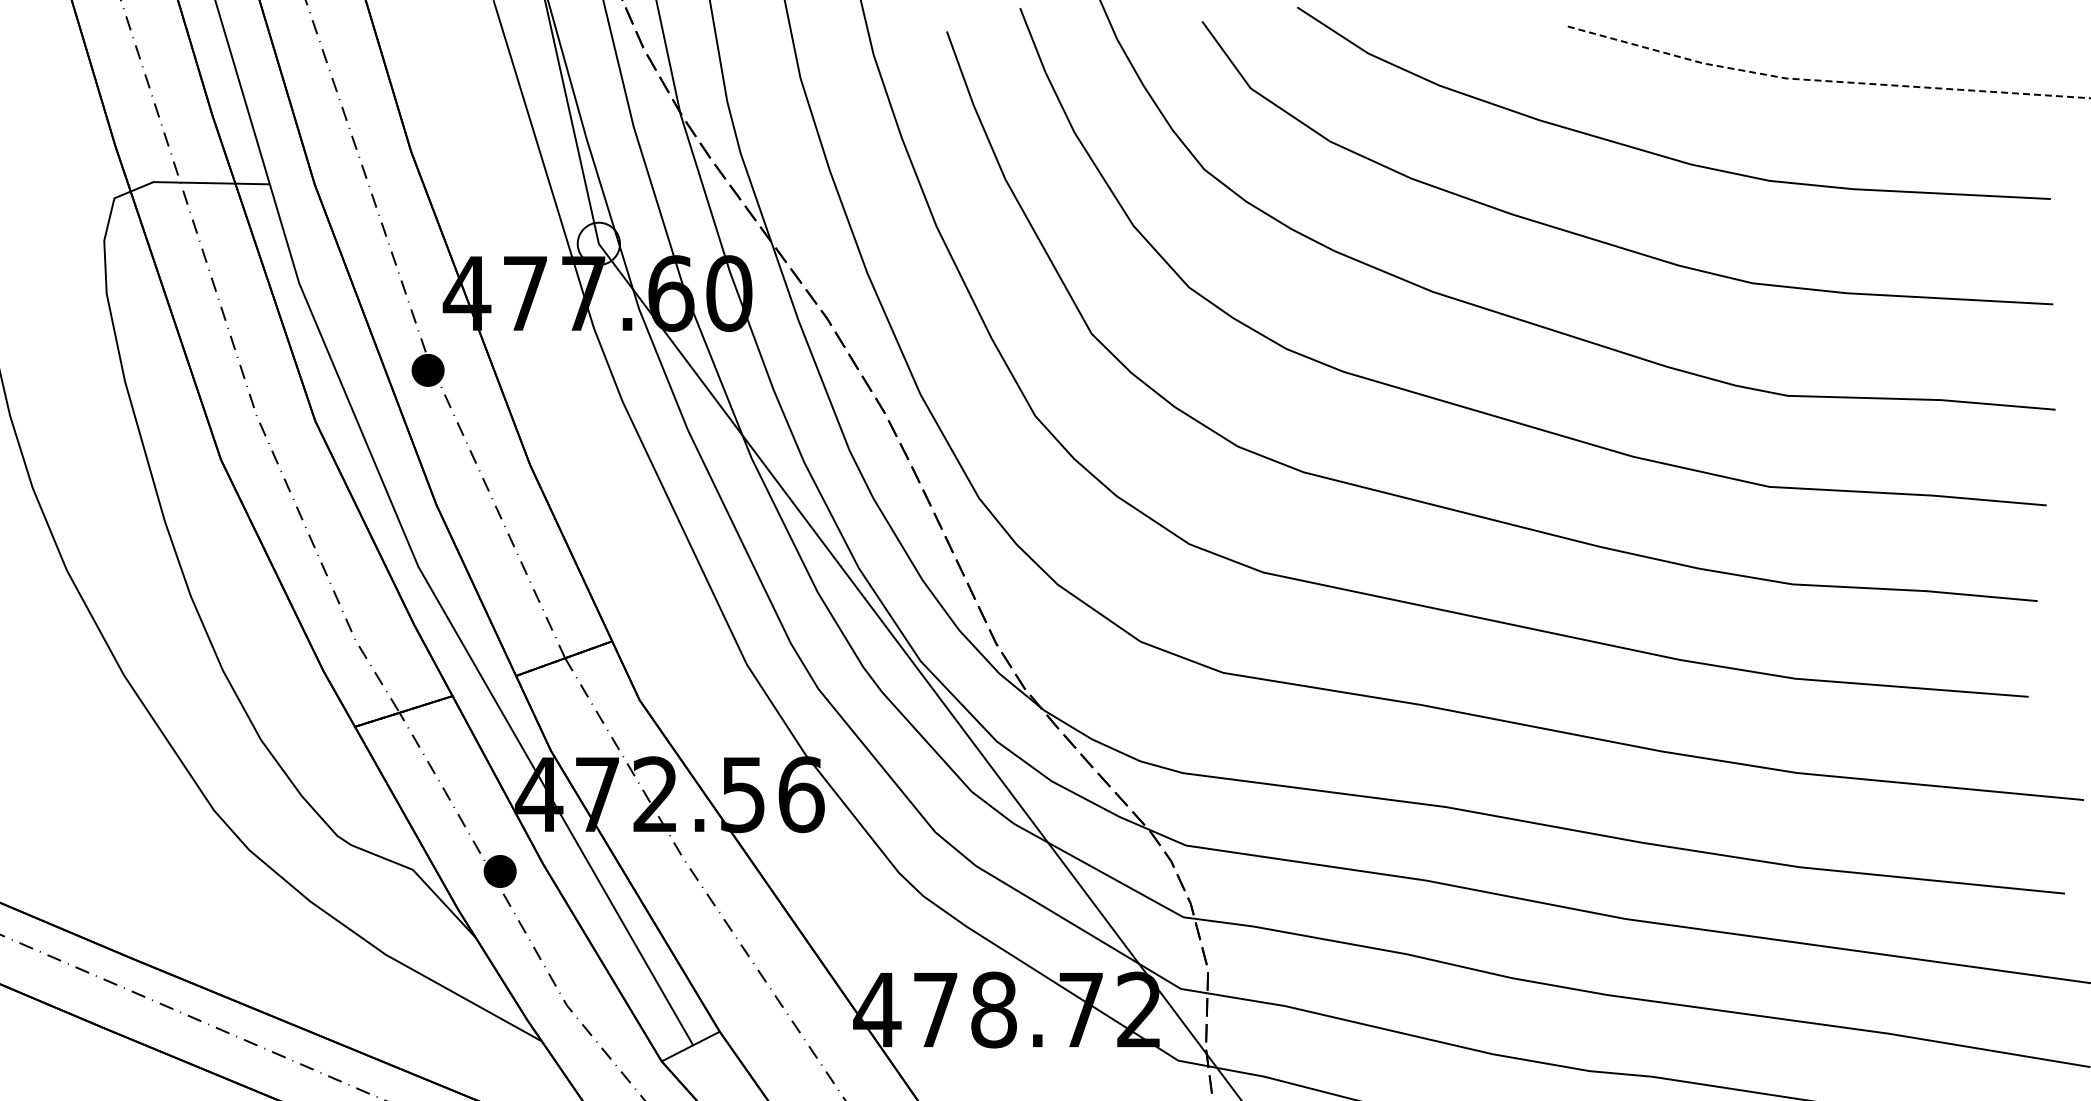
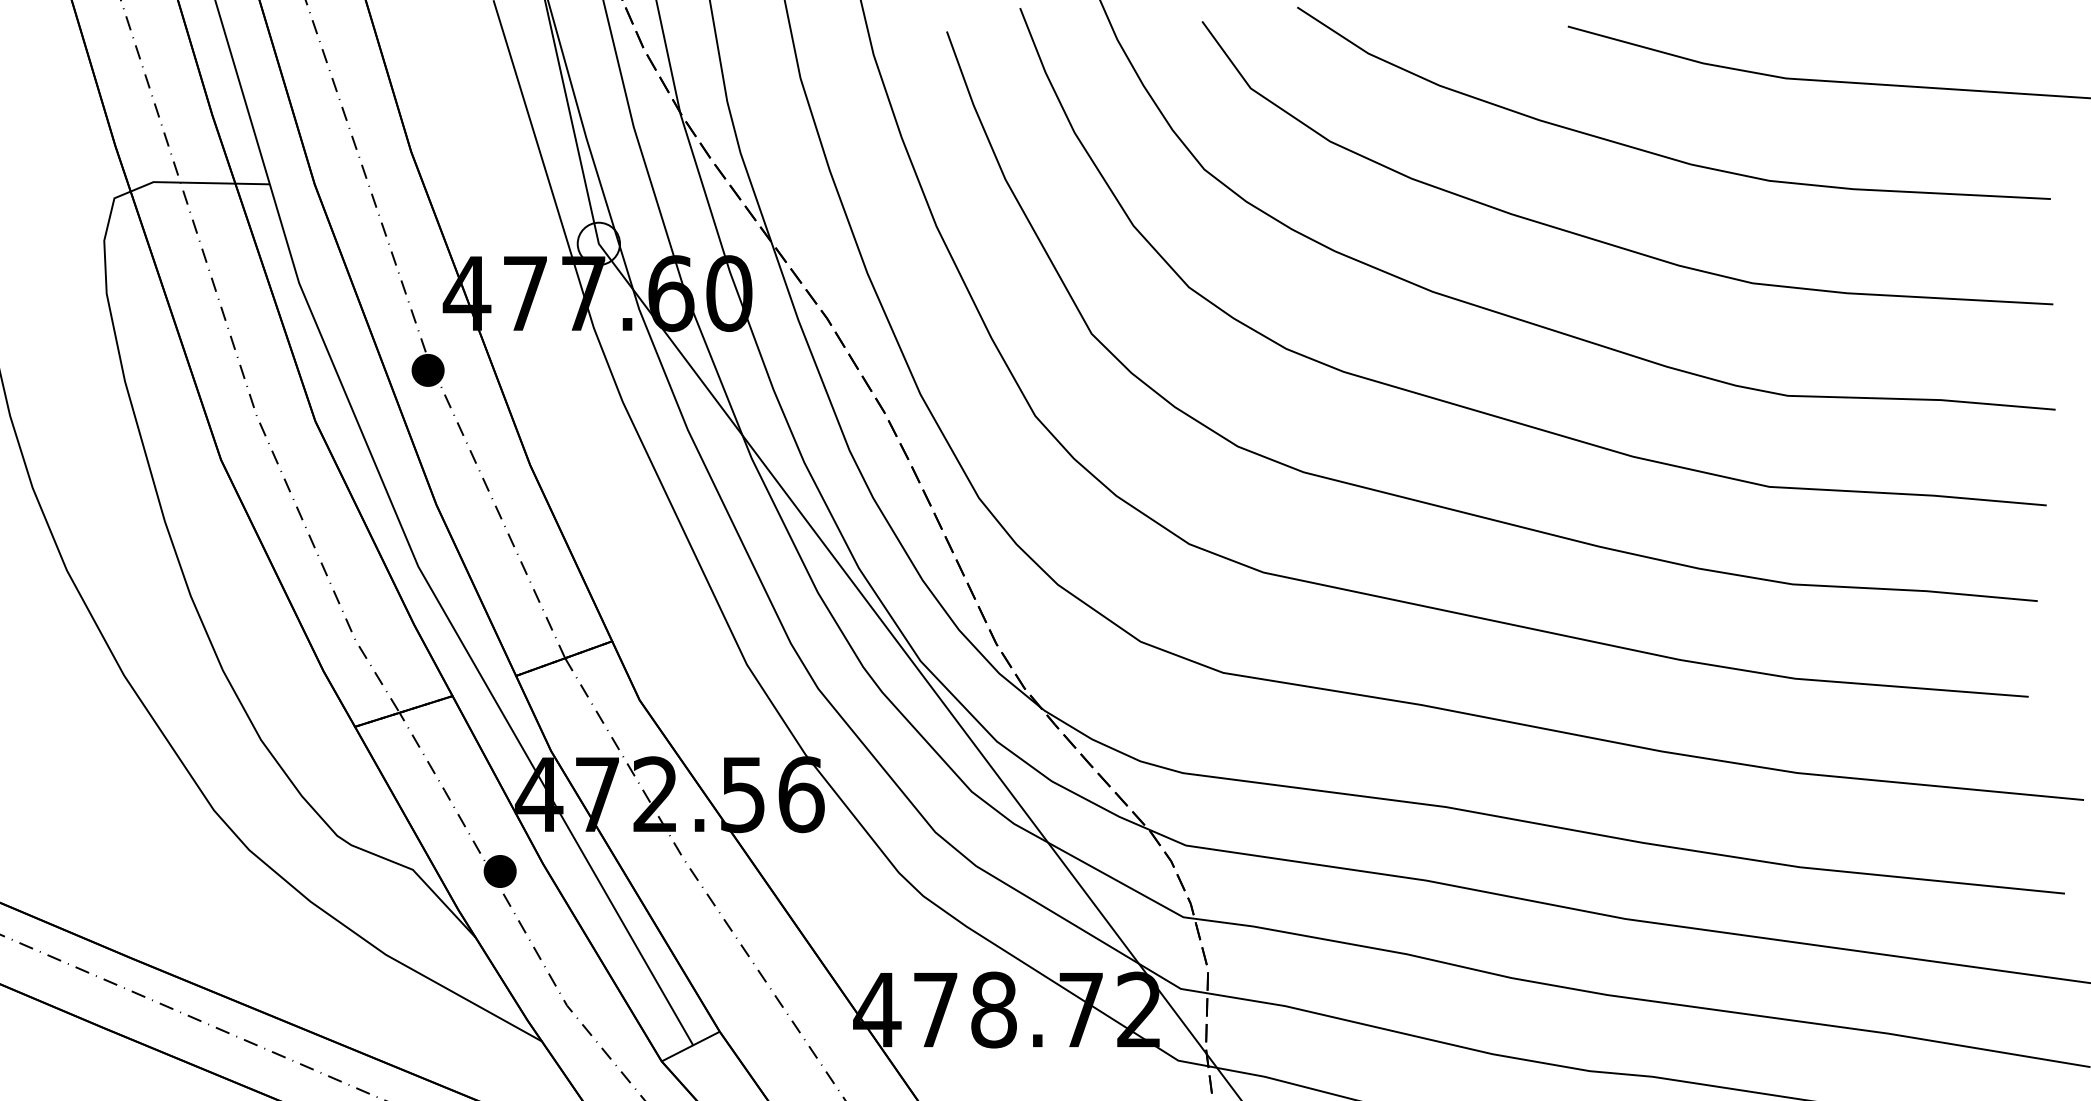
line at (1824, 80): dashed -> solid
